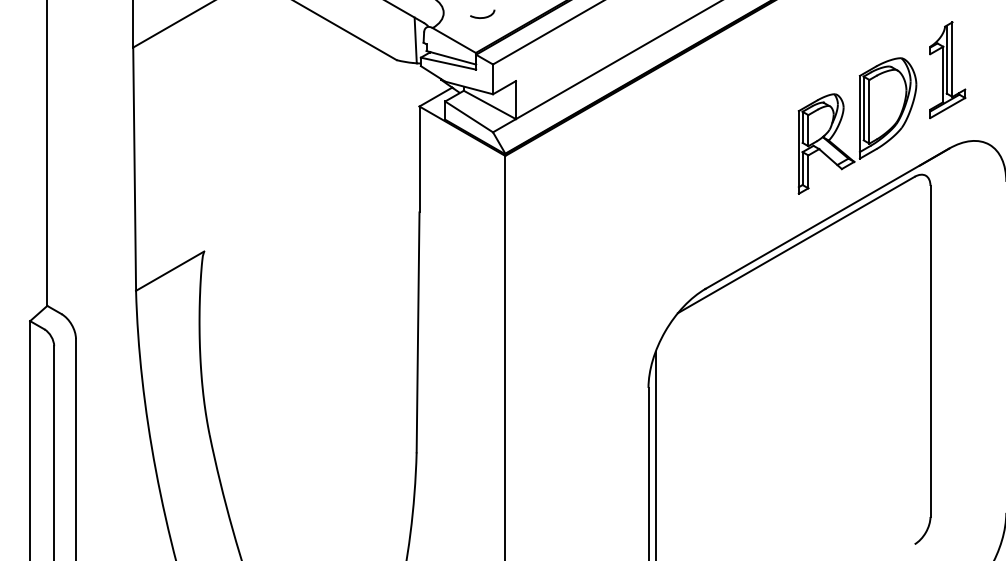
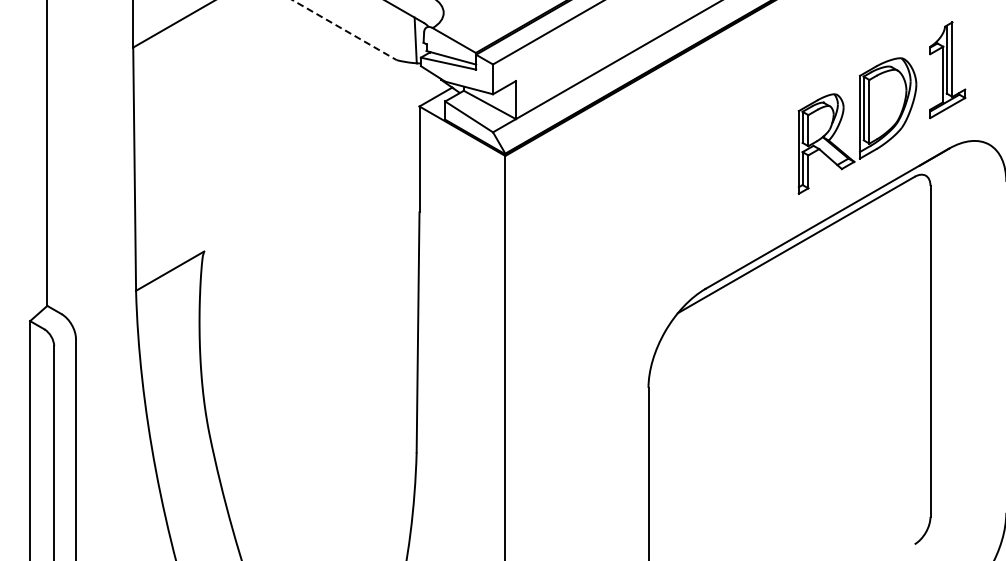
curve at (484, 16): present -> none
line at (344, 30): solid -> dashed
line at (655, 454): present -> none
